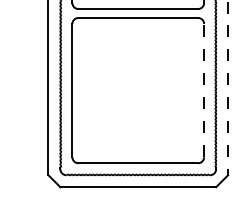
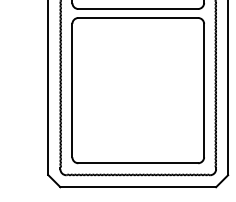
line at (228, 88): dashed -> solid
line at (204, 90): dashed -> solid
